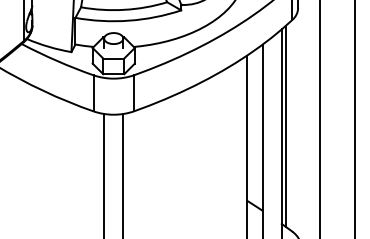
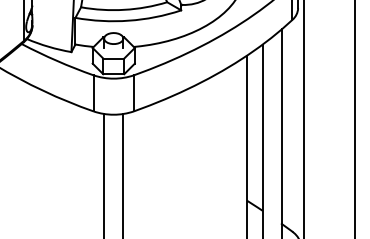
line at (320, 118) position: (320, 118) -> (304, 118)
line at (285, 126): present -> none
